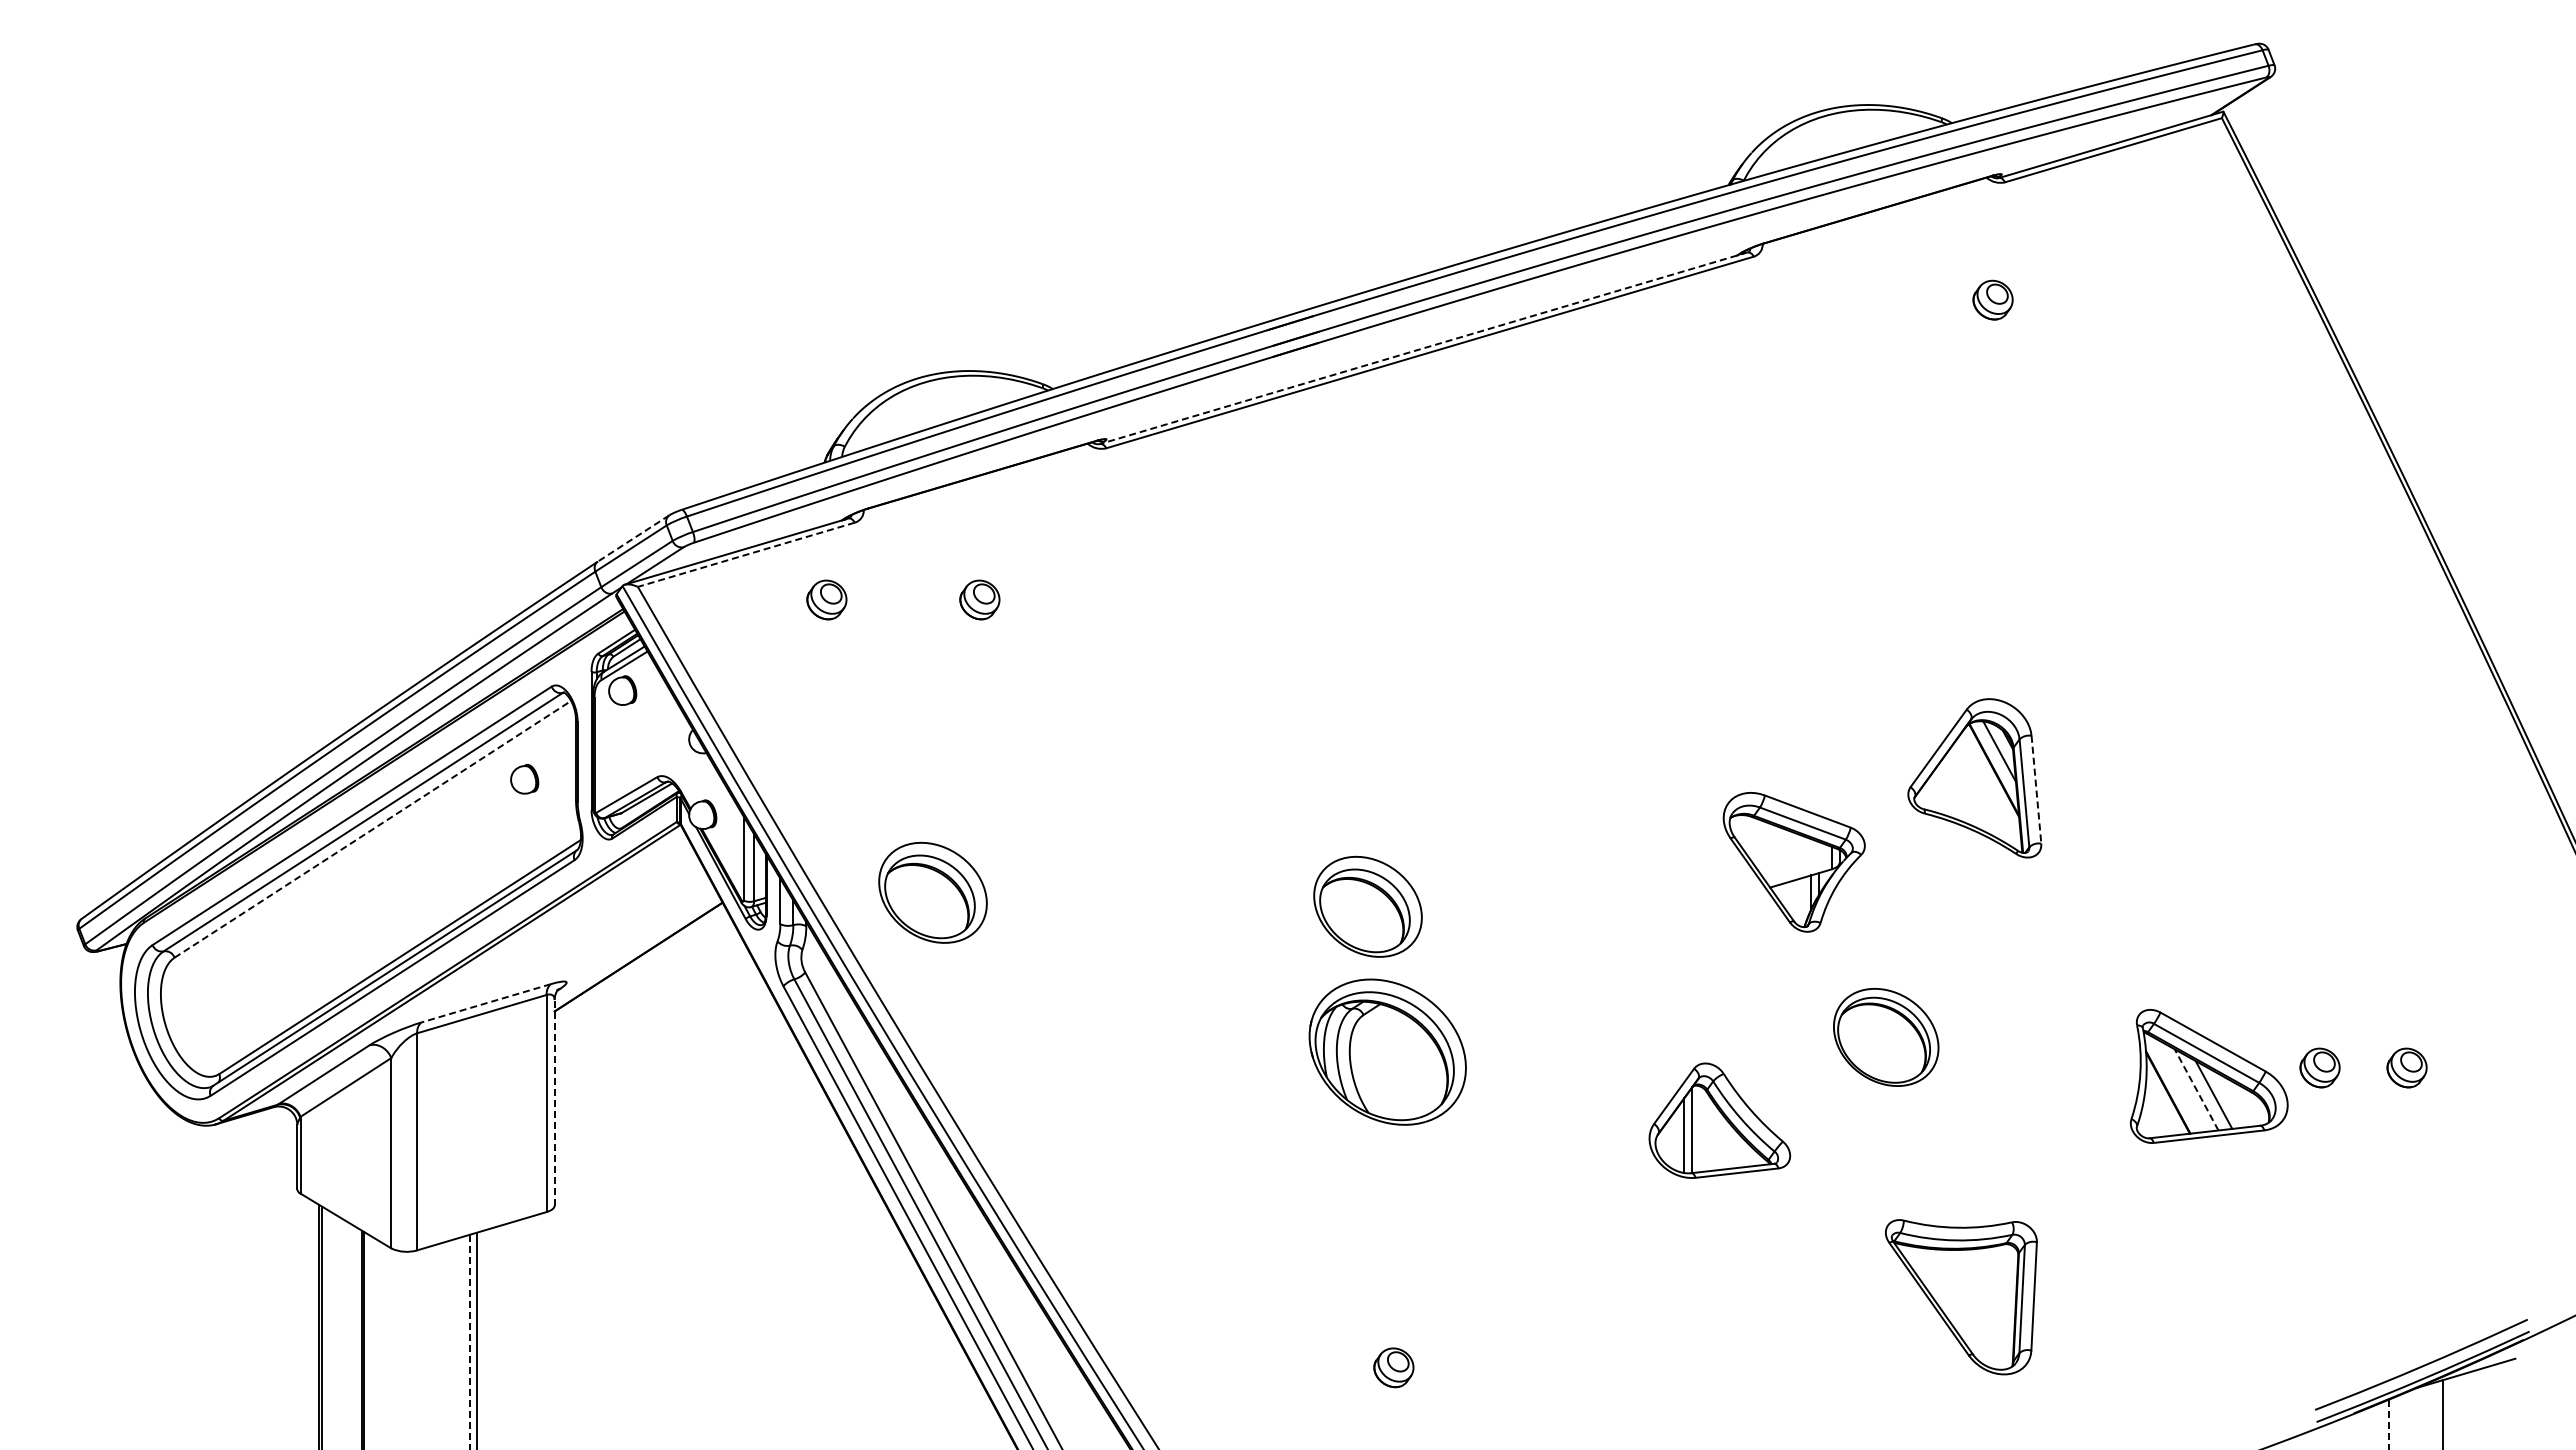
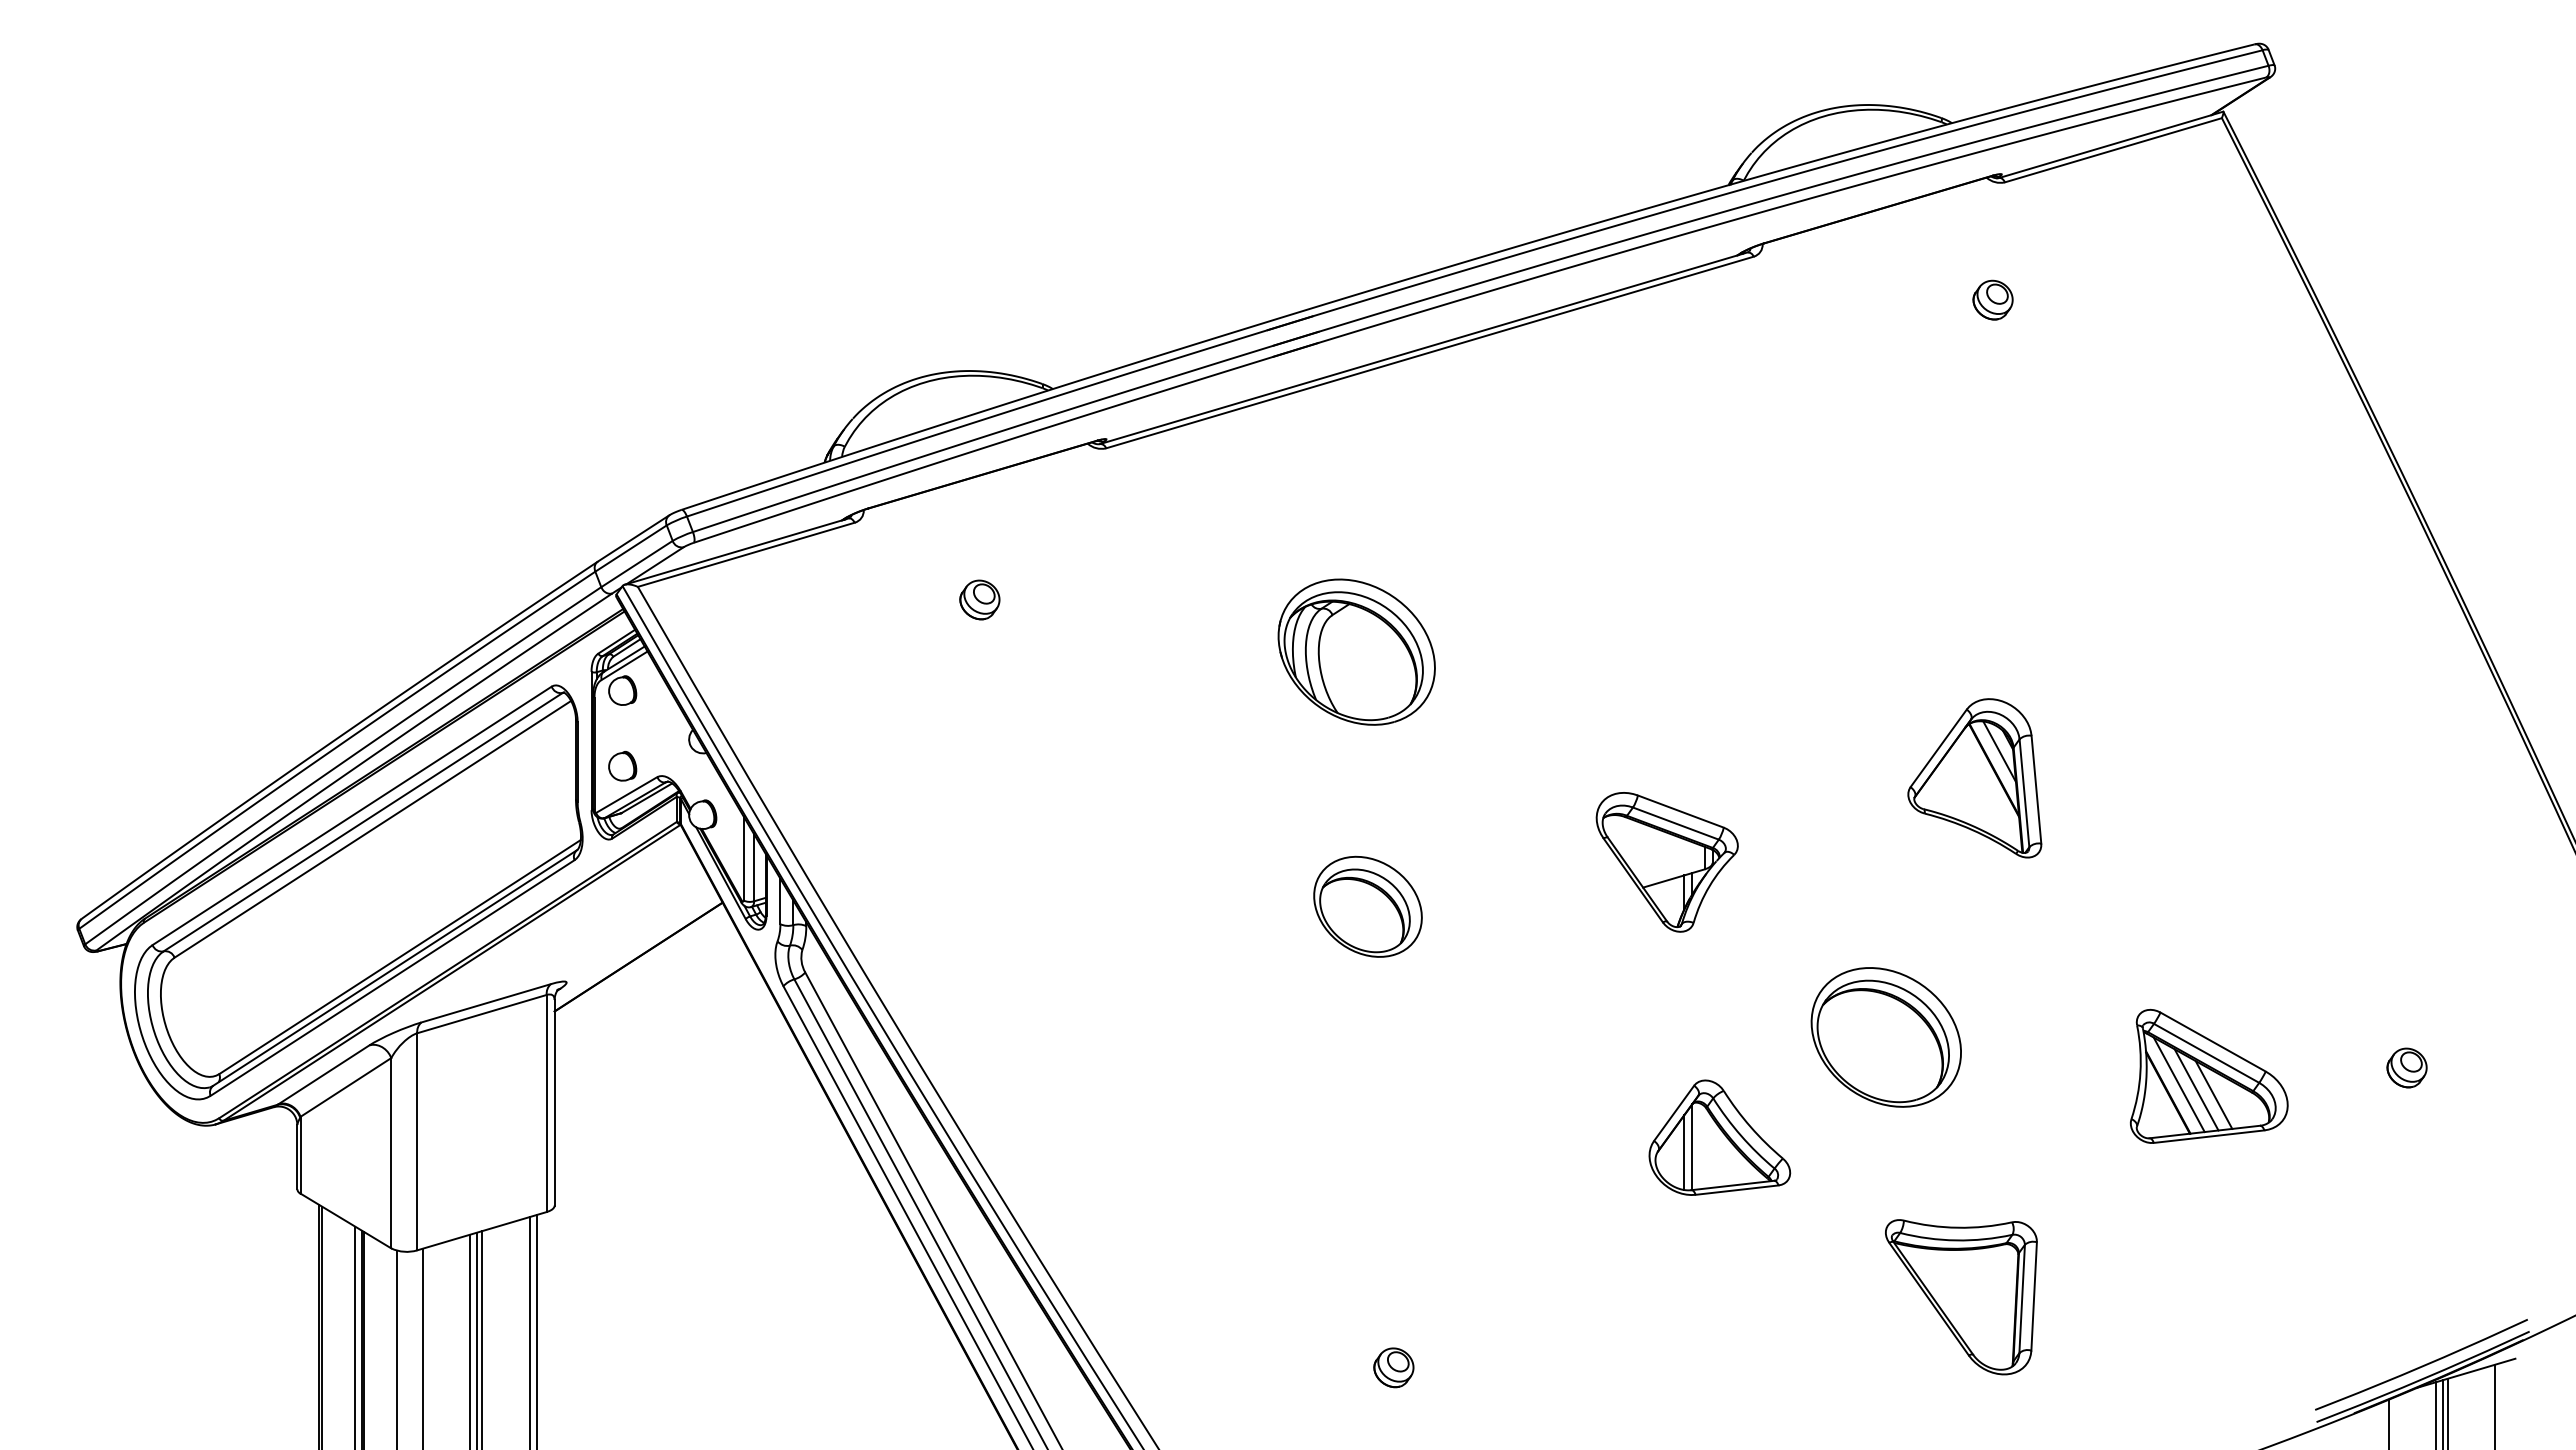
line at (1423, 348): dashed -> solid
line at (633, 538): dashed -> solid
line at (745, 554): dashed -> solid
part at (826, 599): present -> none
part at (524, 779) position: (524, 779) -> (622, 766)
line at (2036, 790): dashed -> solid
line at (373, 829): dashed -> solid
part at (1793, 862) position: (1793, 862) -> (1666, 862)
part at (932, 892): present -> none
line at (486, 1003): dashed -> solid
part at (1886, 1037) size: 107x99 px -> 152x141 px
part at (1387, 1051) position: (1387, 1051) -> (1356, 651)
part at (2319, 1067): present -> none
line at (2178, 1084): none -> present
line at (2196, 1089): dashed -> solid
line at (554, 1102): dashed -> solid
part at (1719, 1120) position: (1719, 1120) -> (1719, 1137)
line at (537, 1330): none -> present
line at (529, 1331): none -> present
line at (355, 1336): none -> present
line at (482, 1338): none -> present
line at (470, 1342): dashed -> solid
line at (422, 1347): none -> present
line at (396, 1348): none -> present
line at (2495, 1405): none -> present
line at (2447, 1412): none -> present
line at (2435, 1414): none -> present
line at (2388, 1424): dashed -> solid
